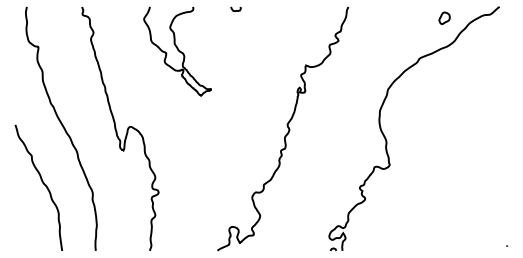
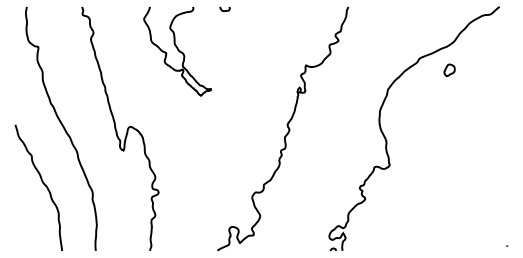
curve at (235, 10) position: (235, 10) -> (224, 10)
part at (444, 18) position: (444, 18) -> (449, 70)
